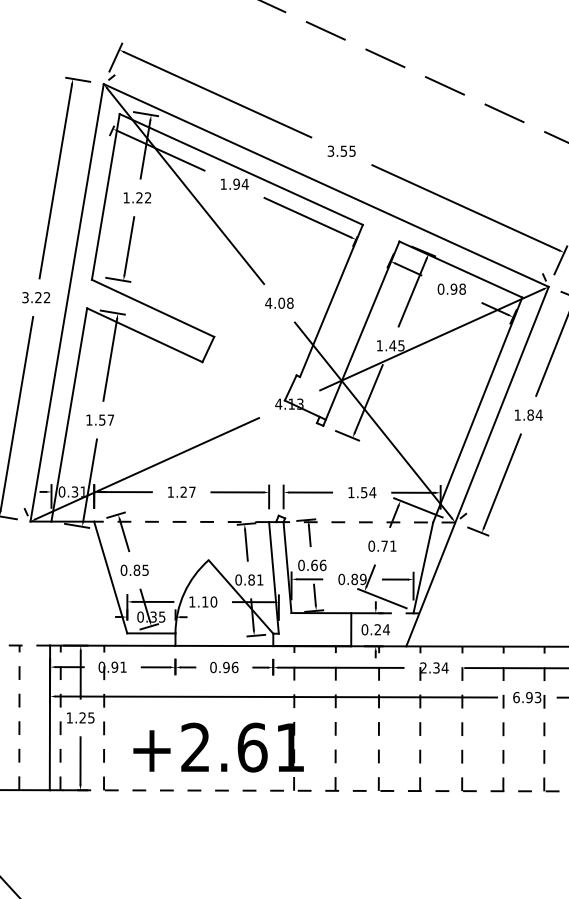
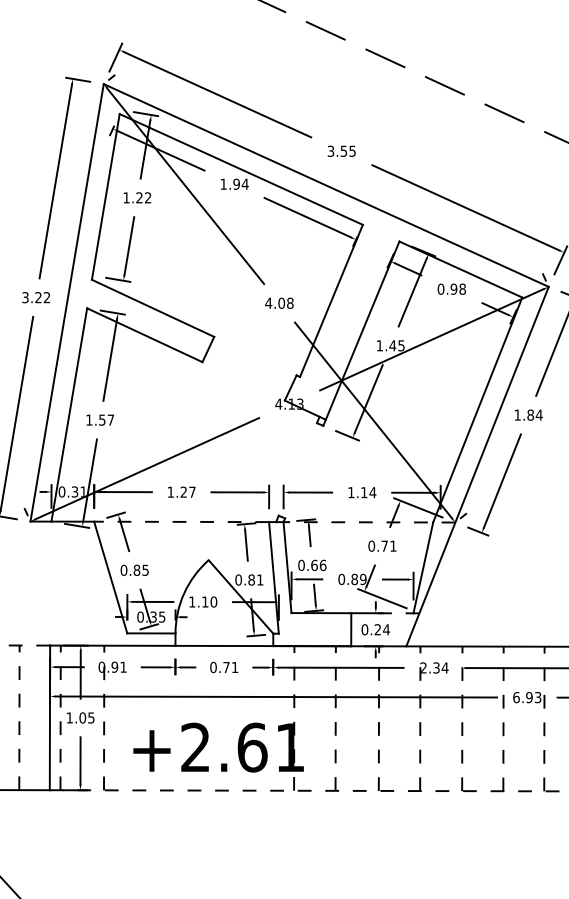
text at (364, 492): 1.54 -> 1.14
text at (230, 667): 0.96 -> 0.71
text at (82, 717): 1.25 -> 1.05
